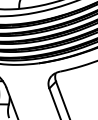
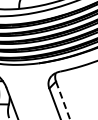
line at (63, 100): solid -> dashed
